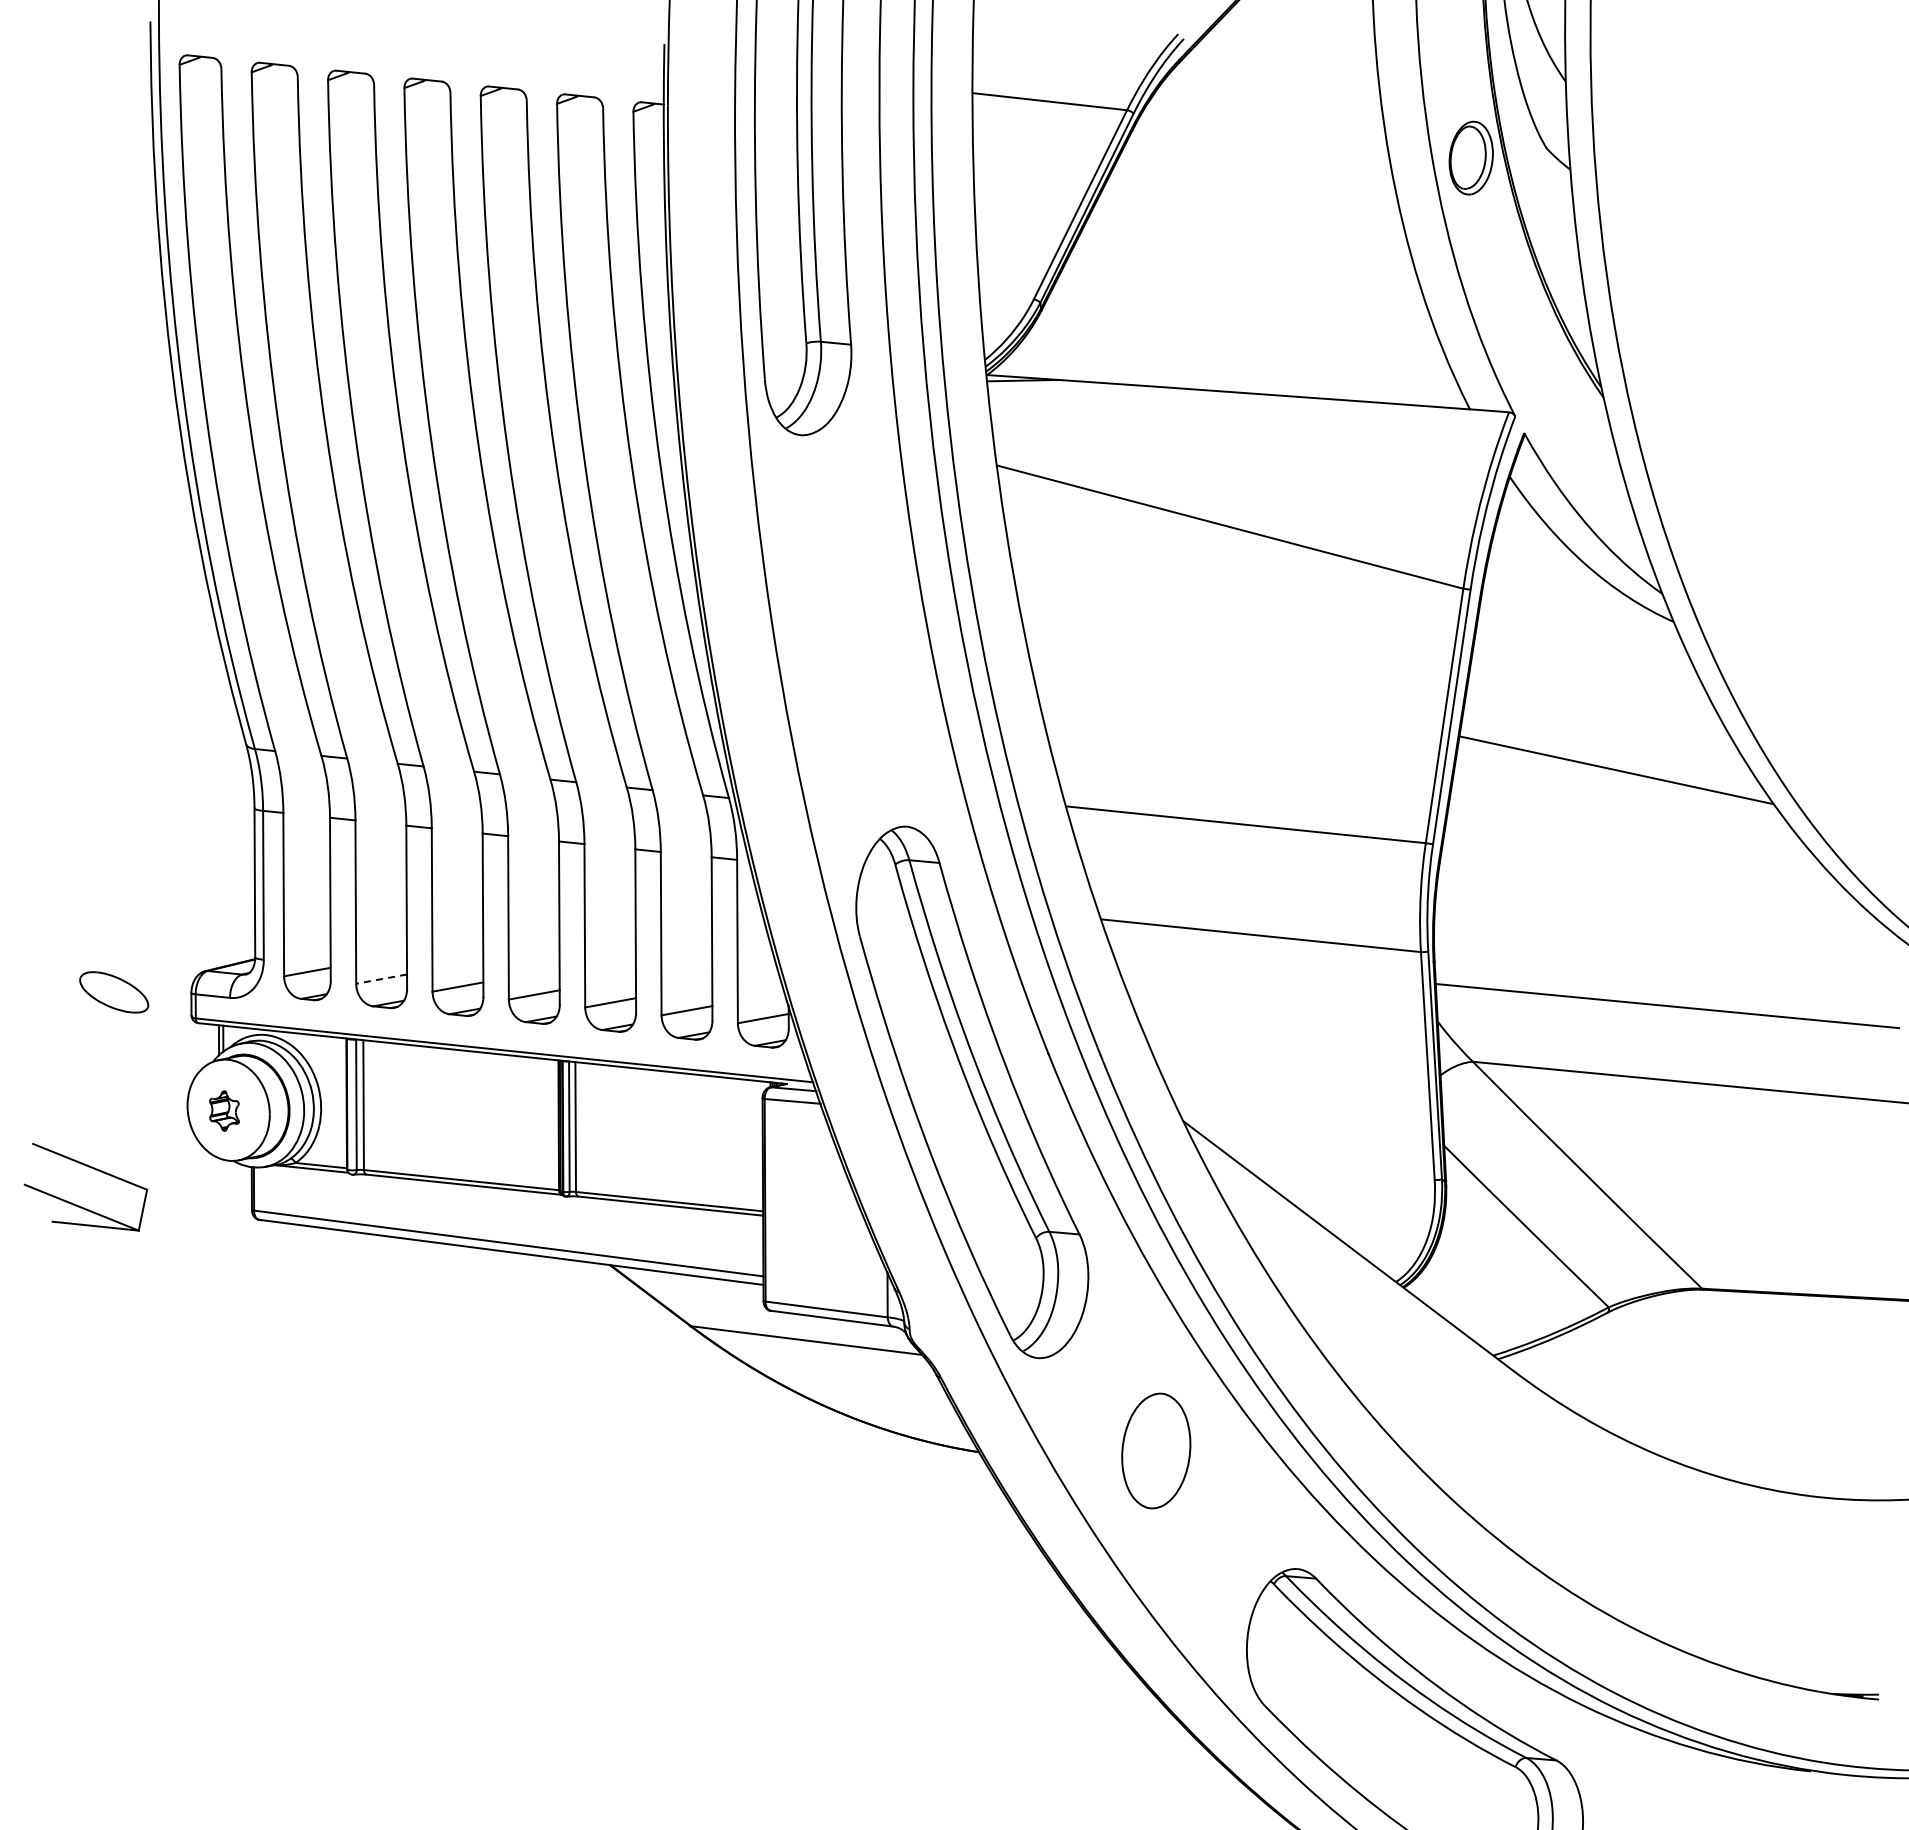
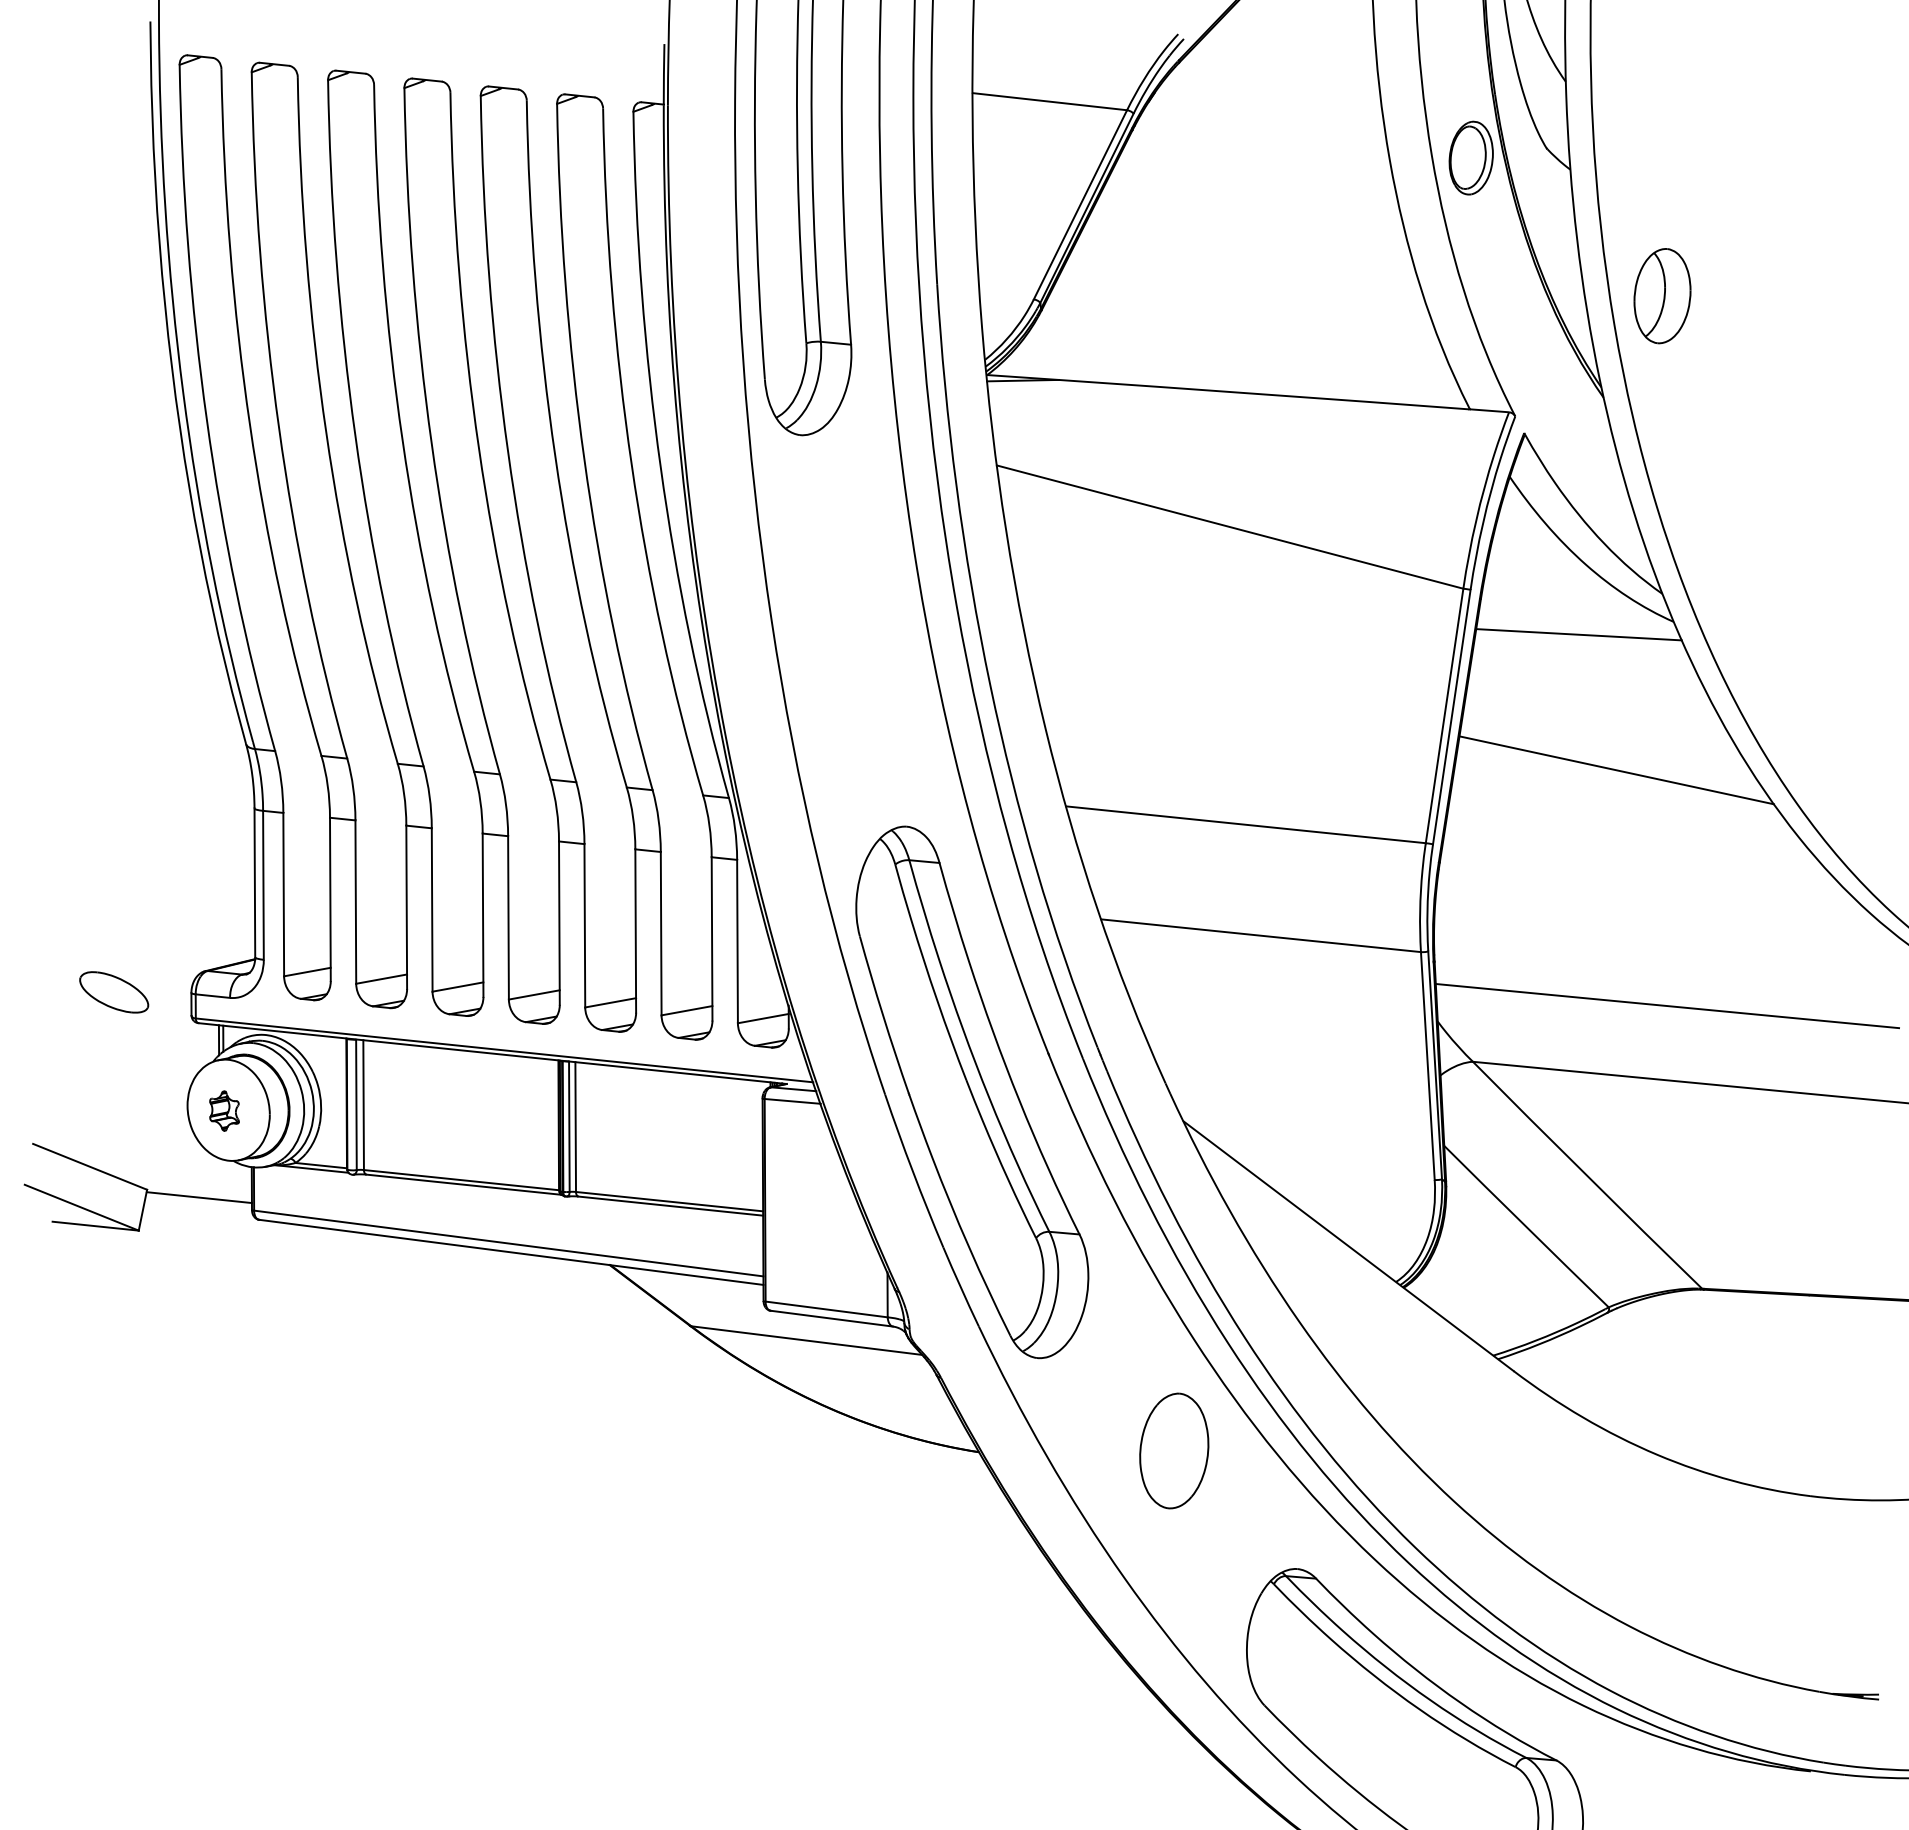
part at (1662, 296): none -> present
line at (1578, 634): none -> present
line at (381, 979): dashed -> solid
line at (198, 1197): none -> present
part at (1156, 1450) position: (1156, 1450) -> (1174, 1450)
